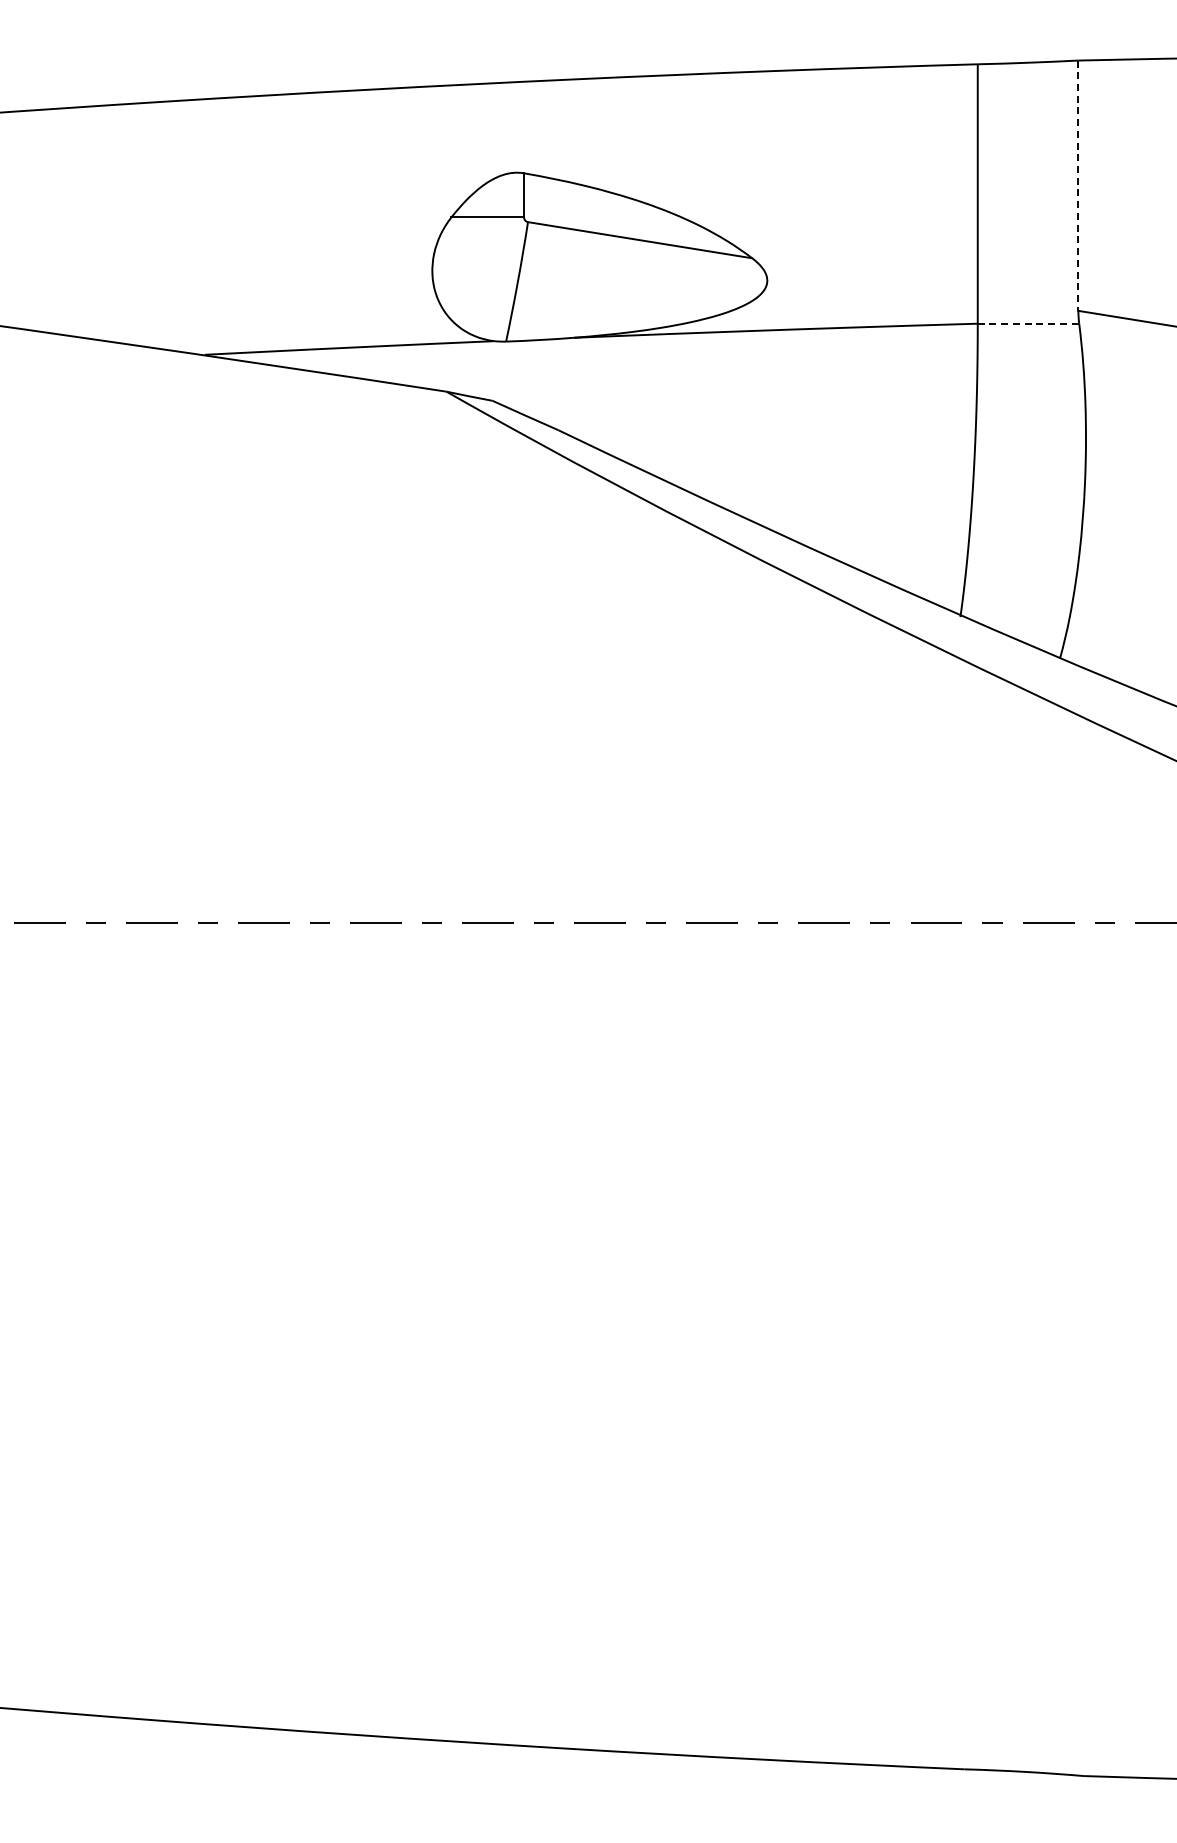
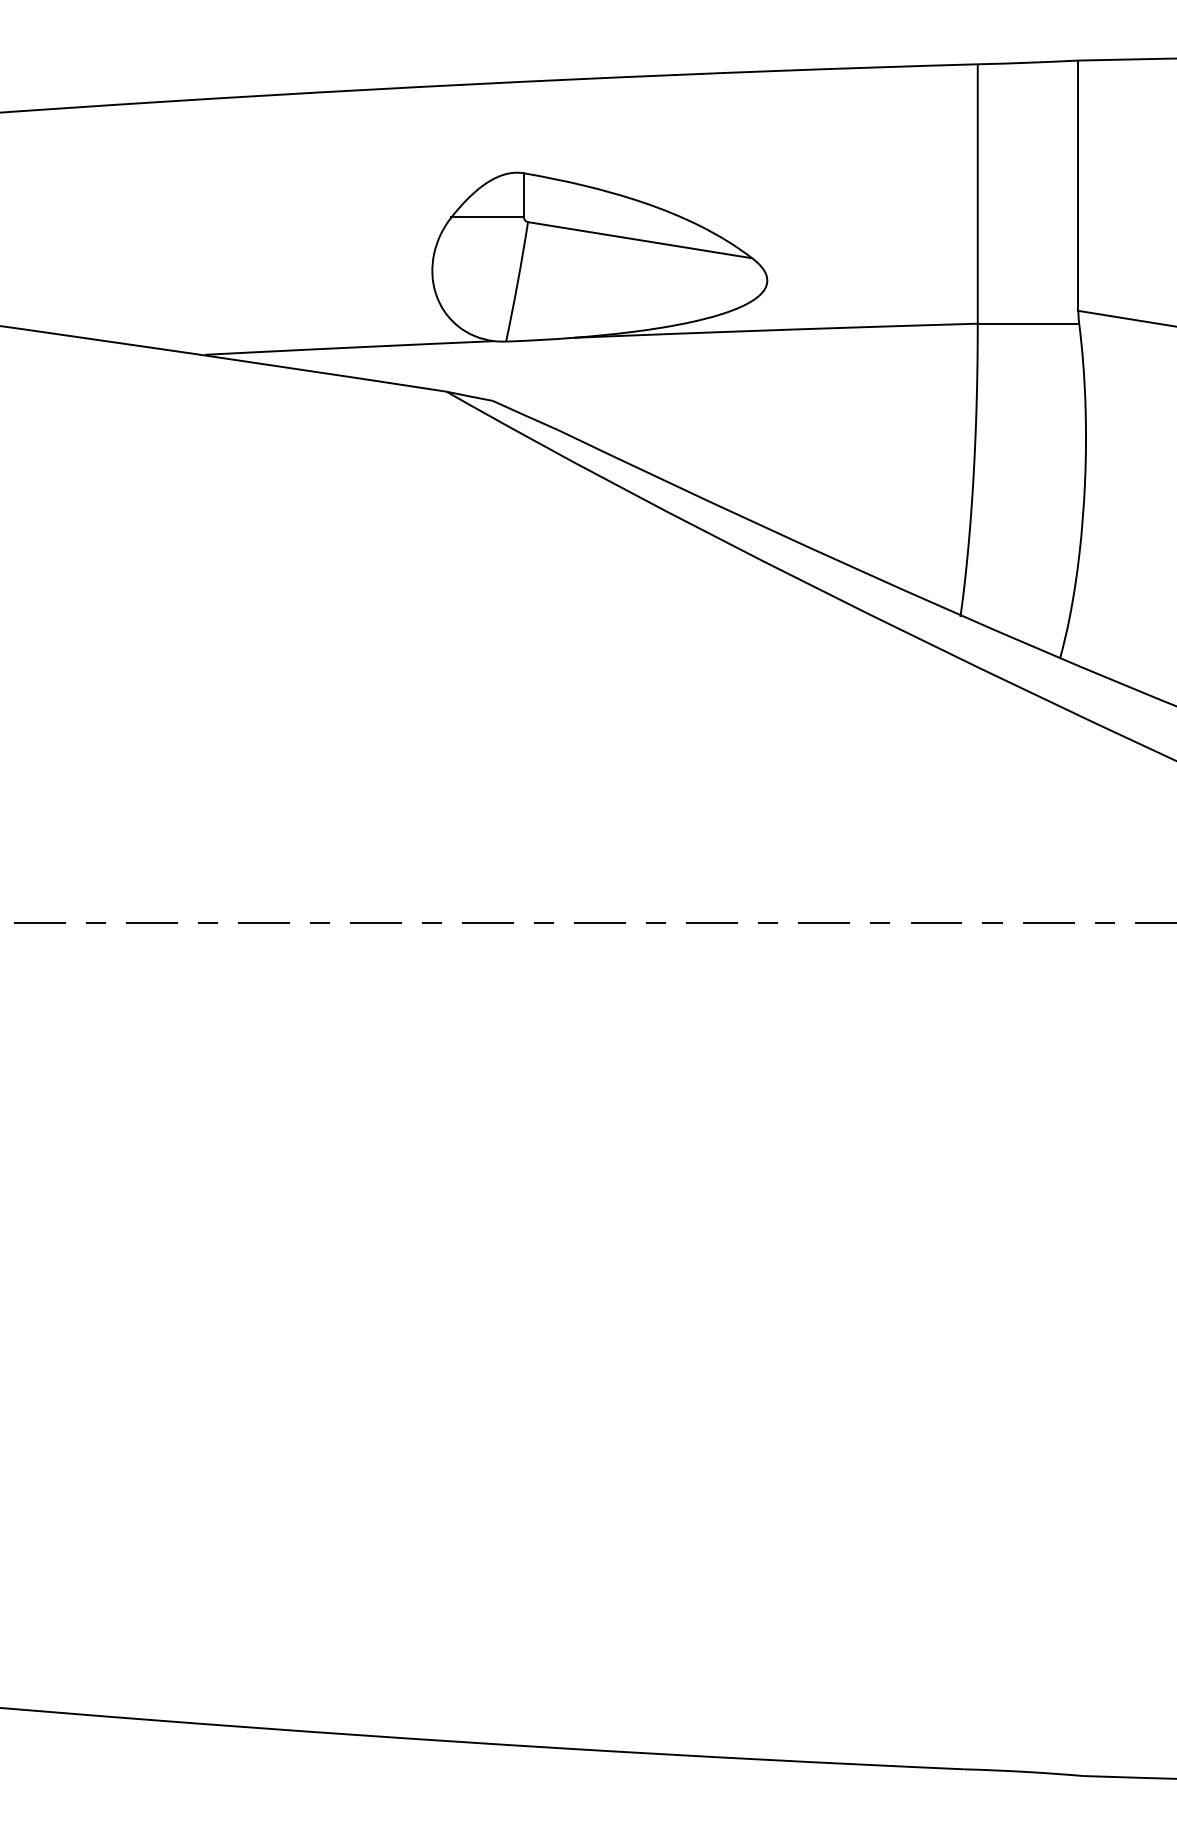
line at (1078, 186): dashed -> solid
line at (1028, 323): dashed -> solid
